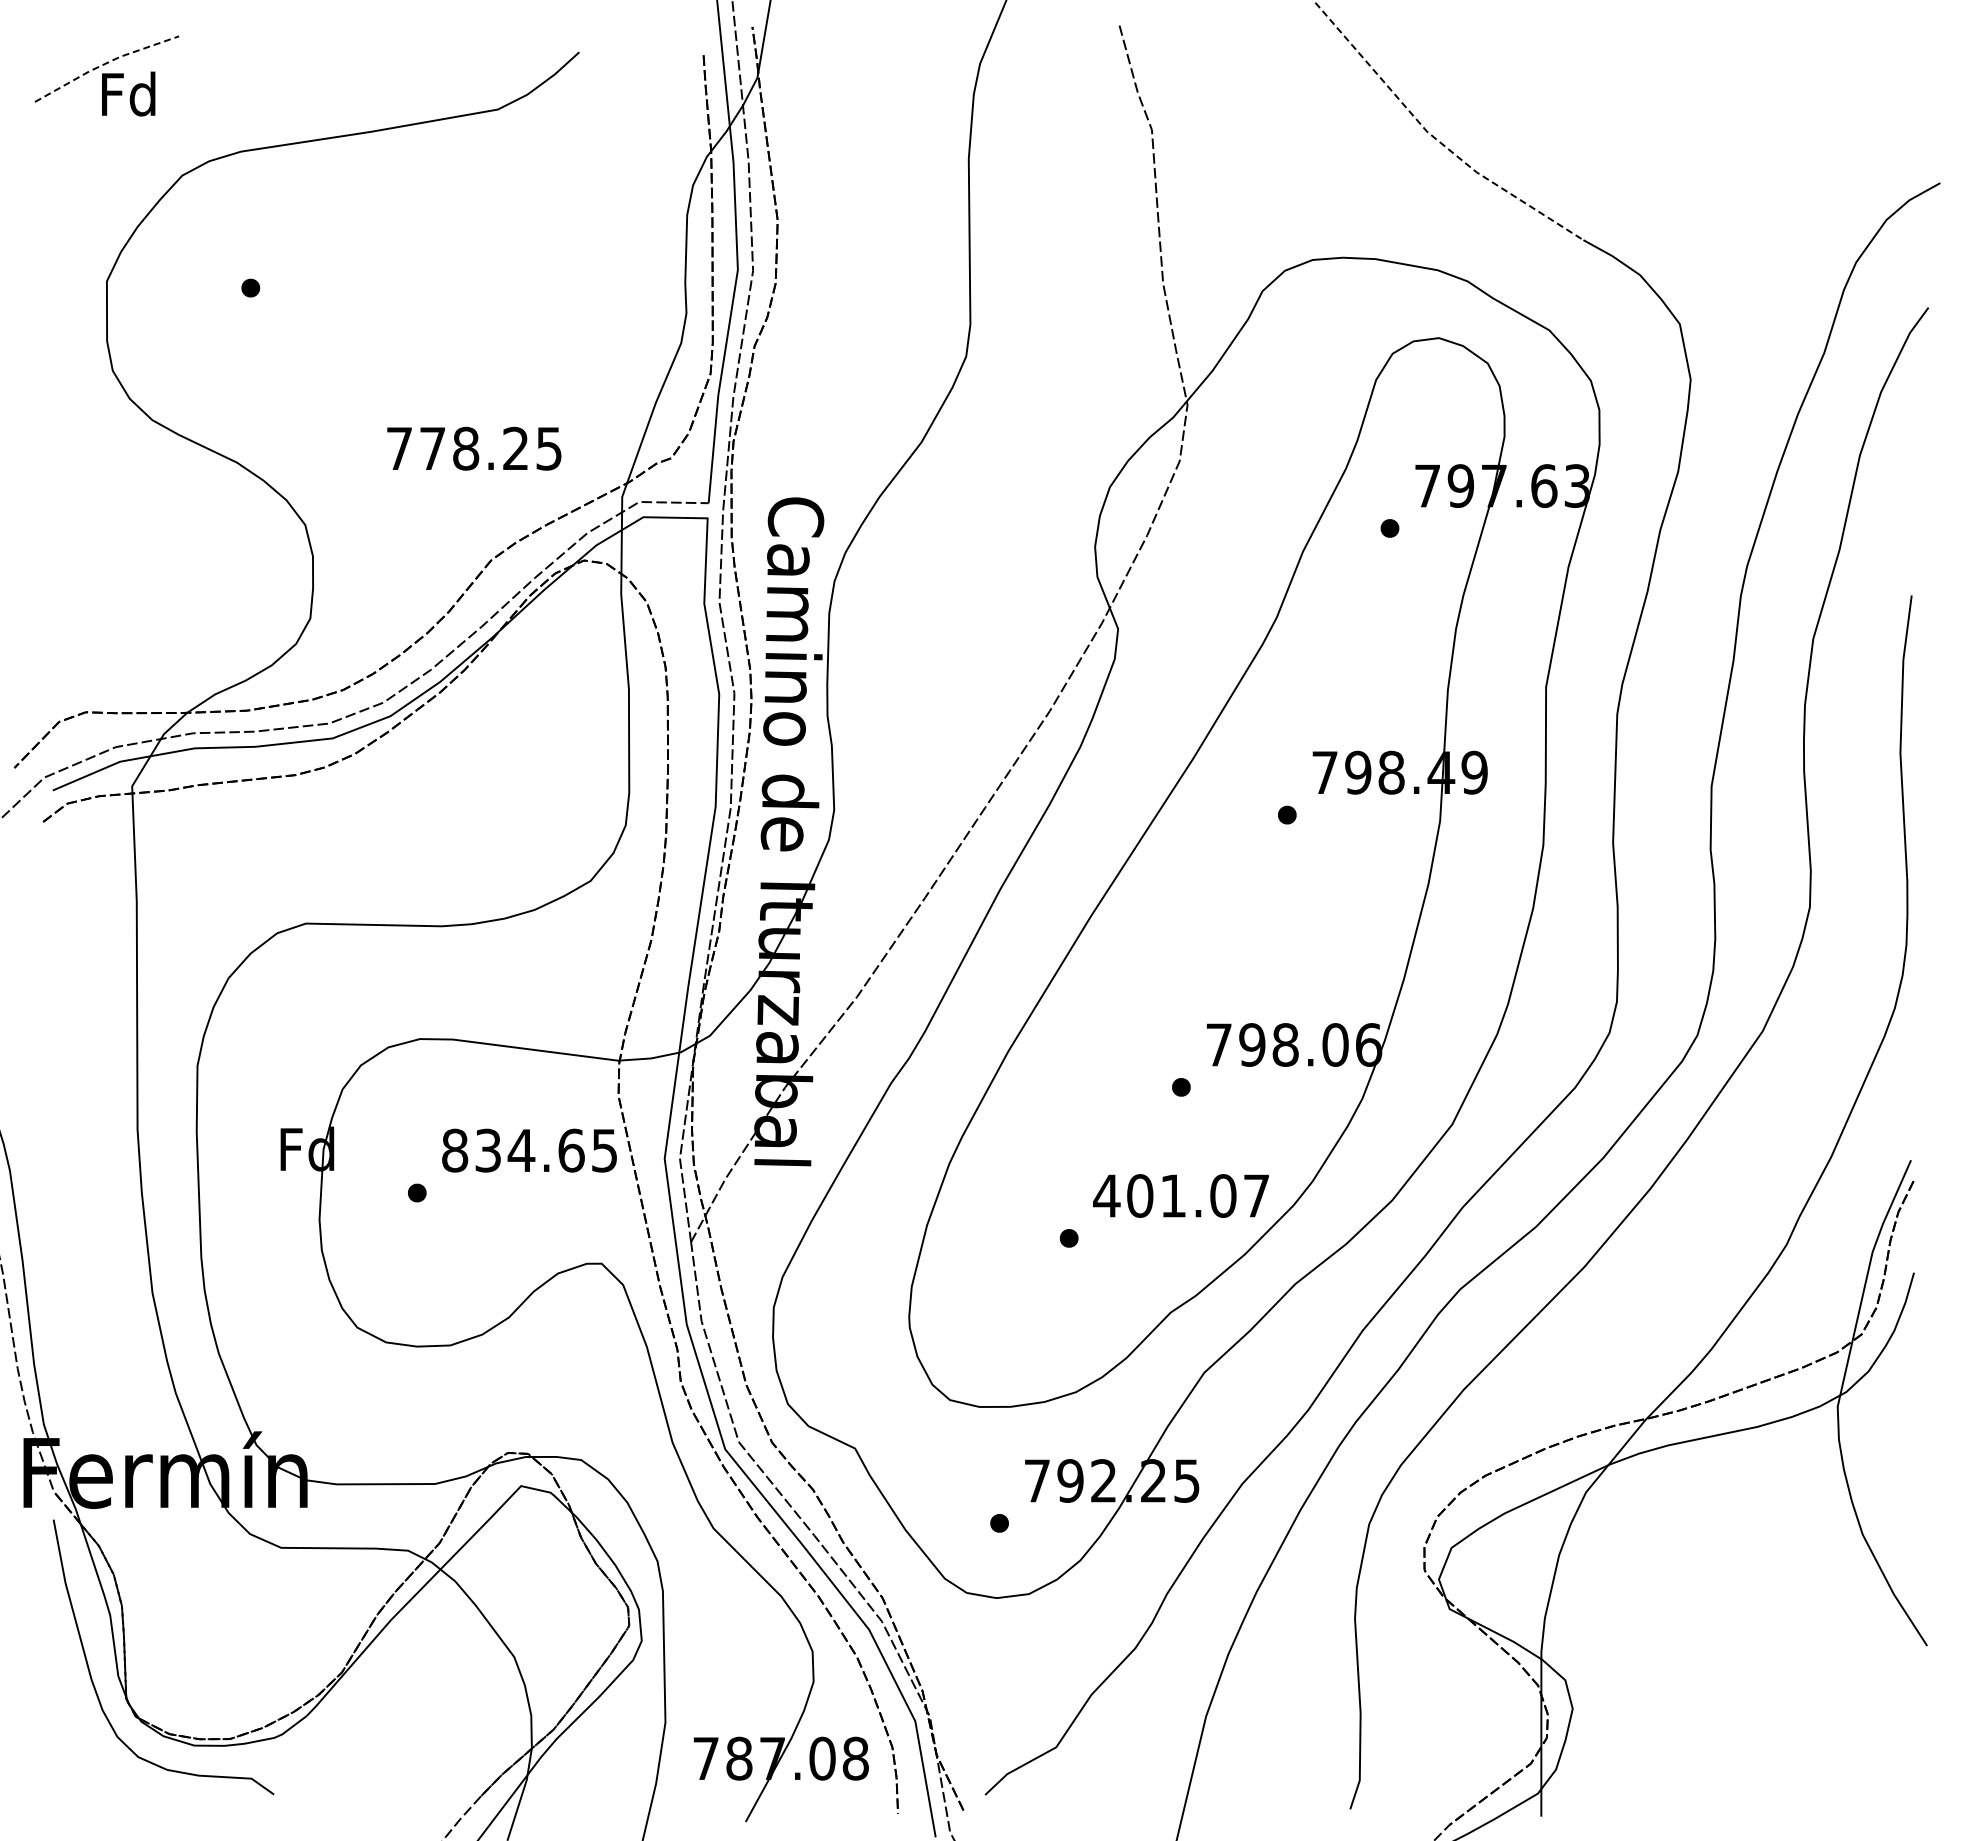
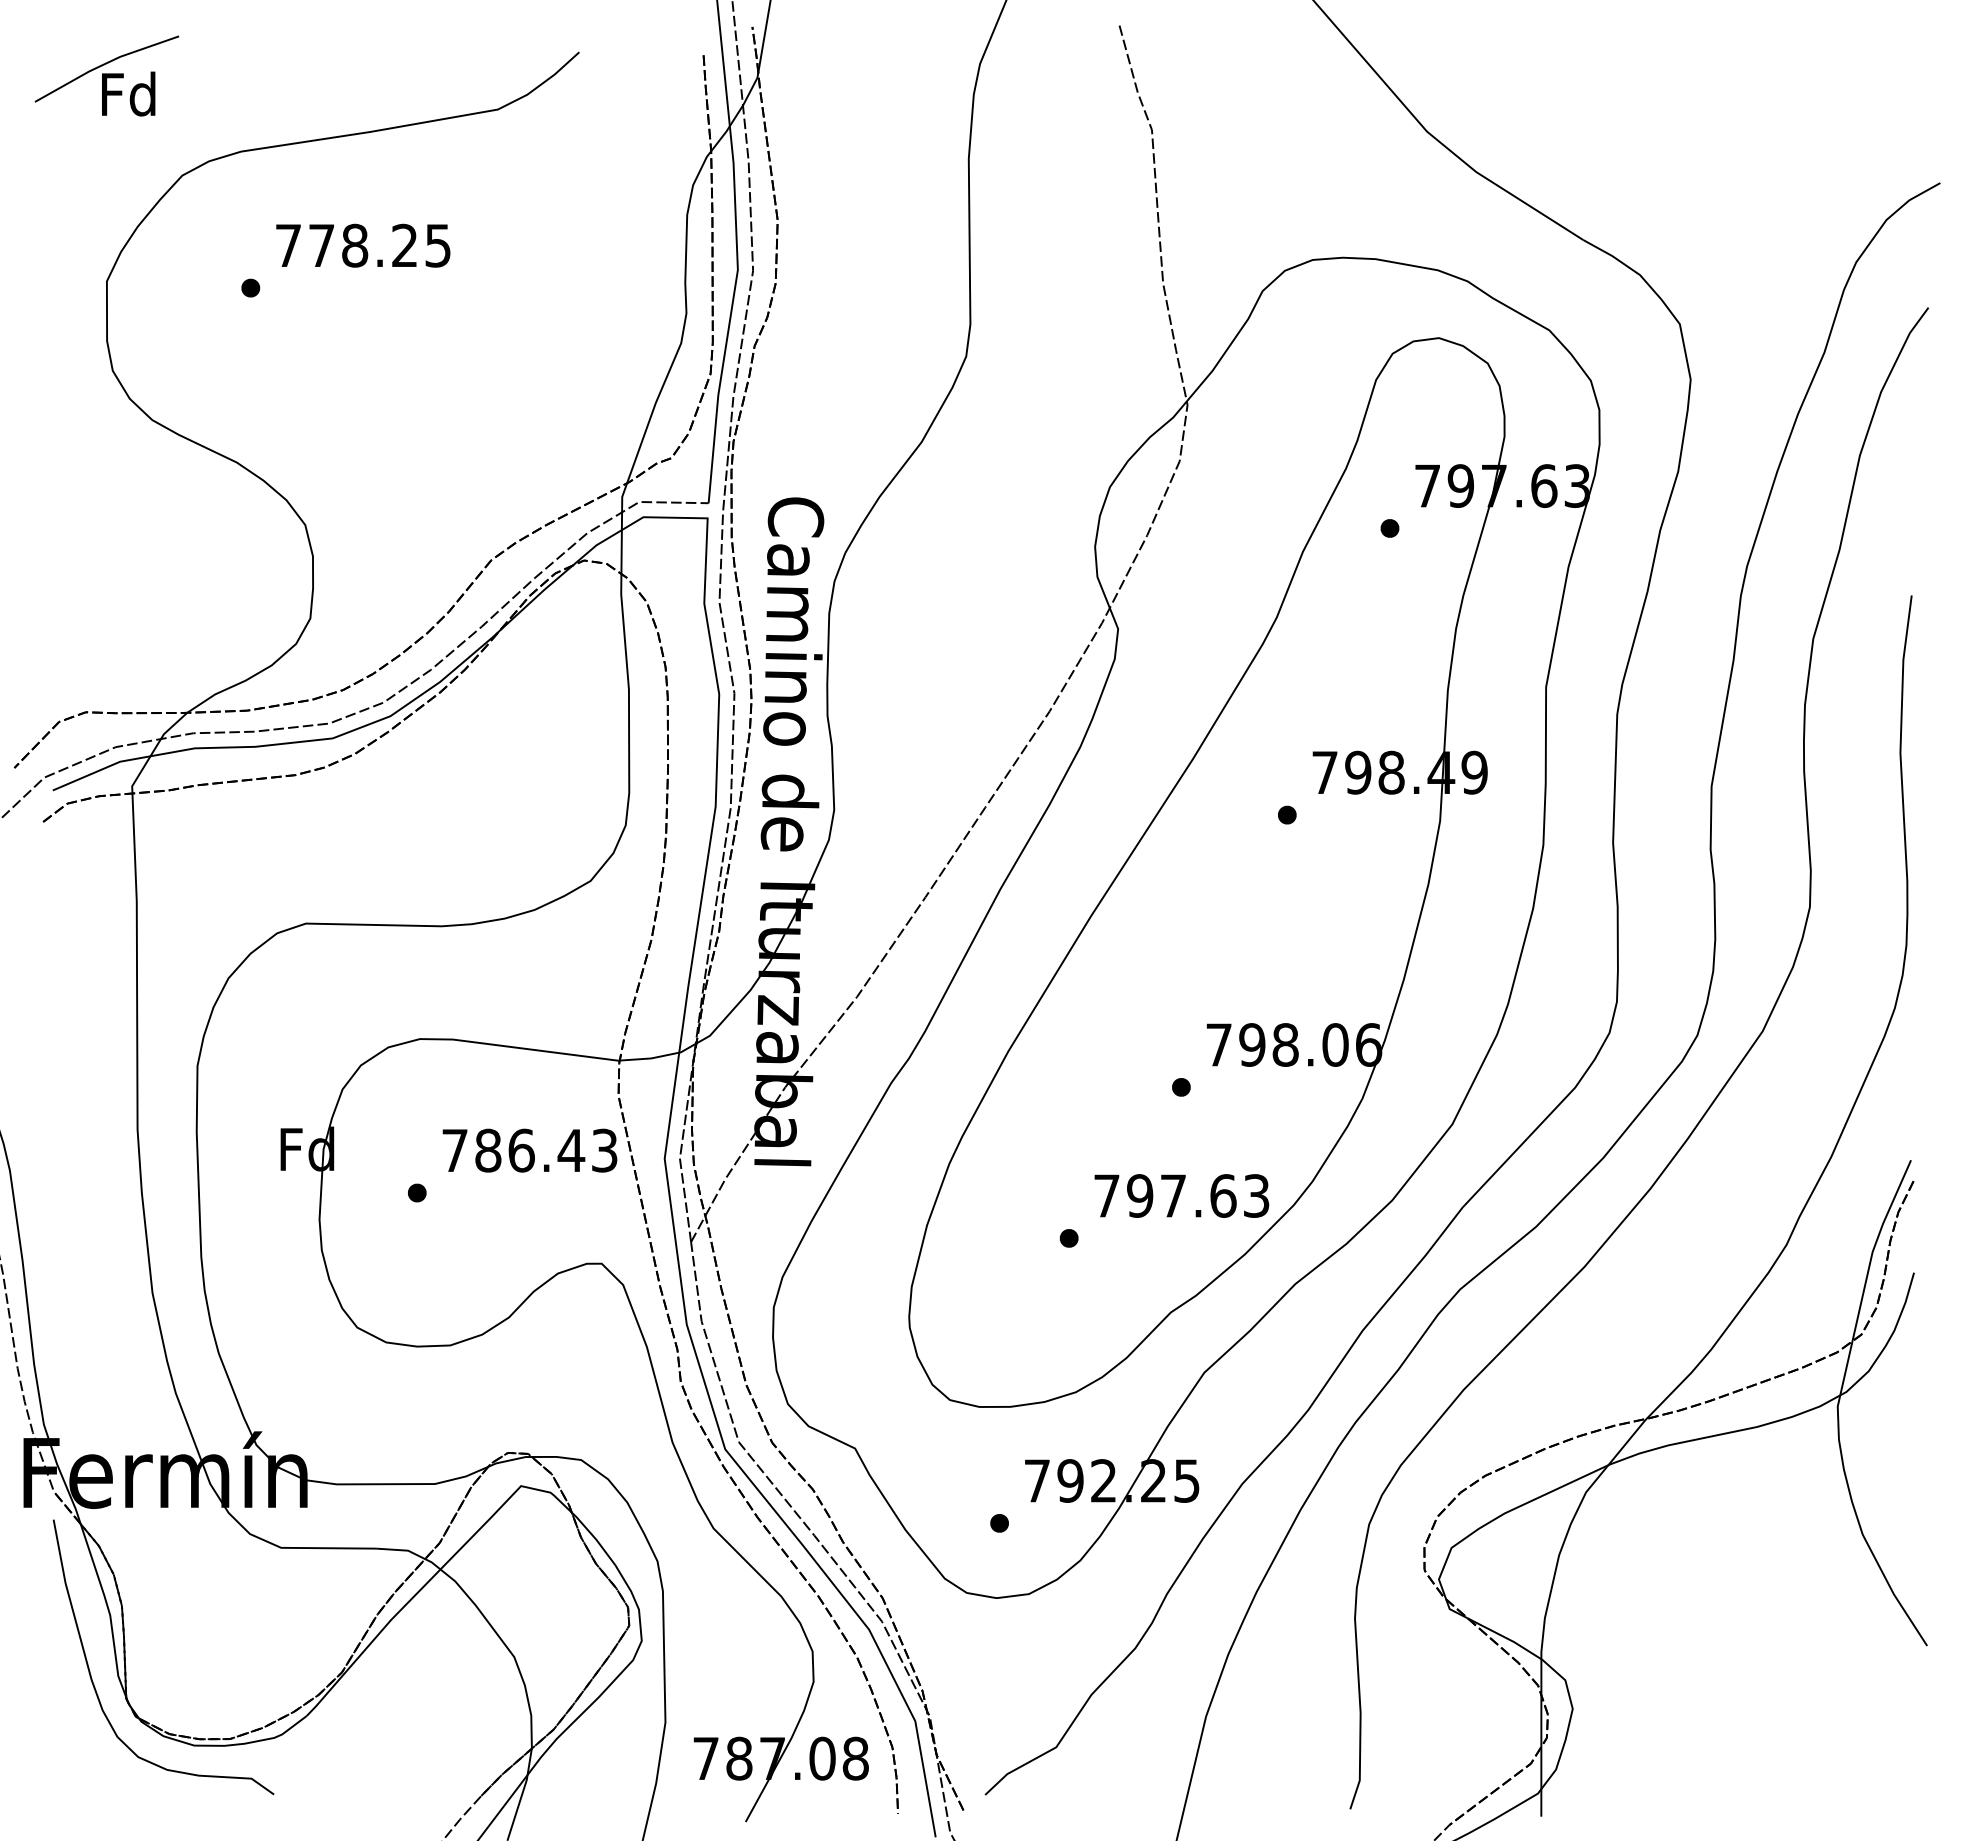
line at (105, 63): dashed -> solid
line at (1434, 137): dashed -> solid
text at (474, 448) position: (474, 448) -> (363, 245)
text at (529, 1150): 834.65 -> 786.43
text at (1181, 1195): 401.07 -> 797.63
